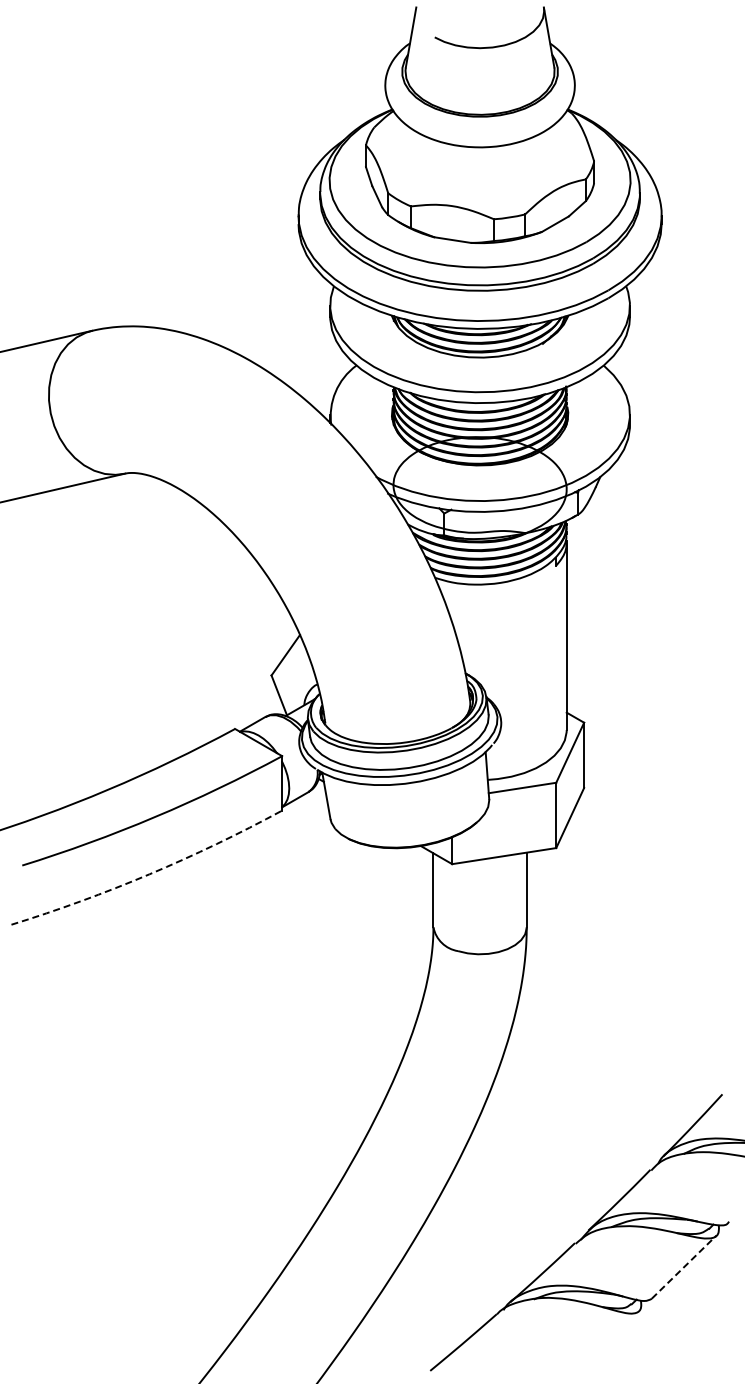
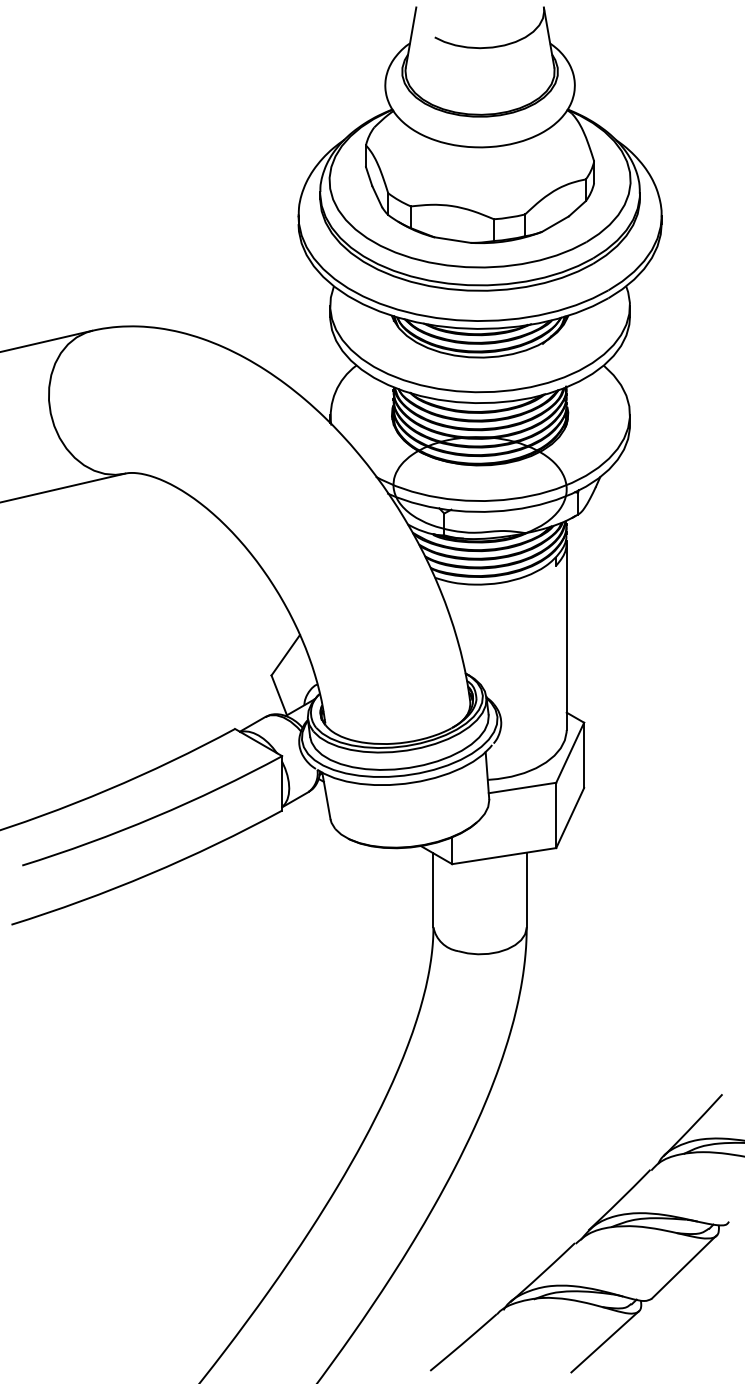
arc at (149, 874): dashed -> solid
line at (684, 1266): dashed -> solid
line at (604, 1341): none -> present
